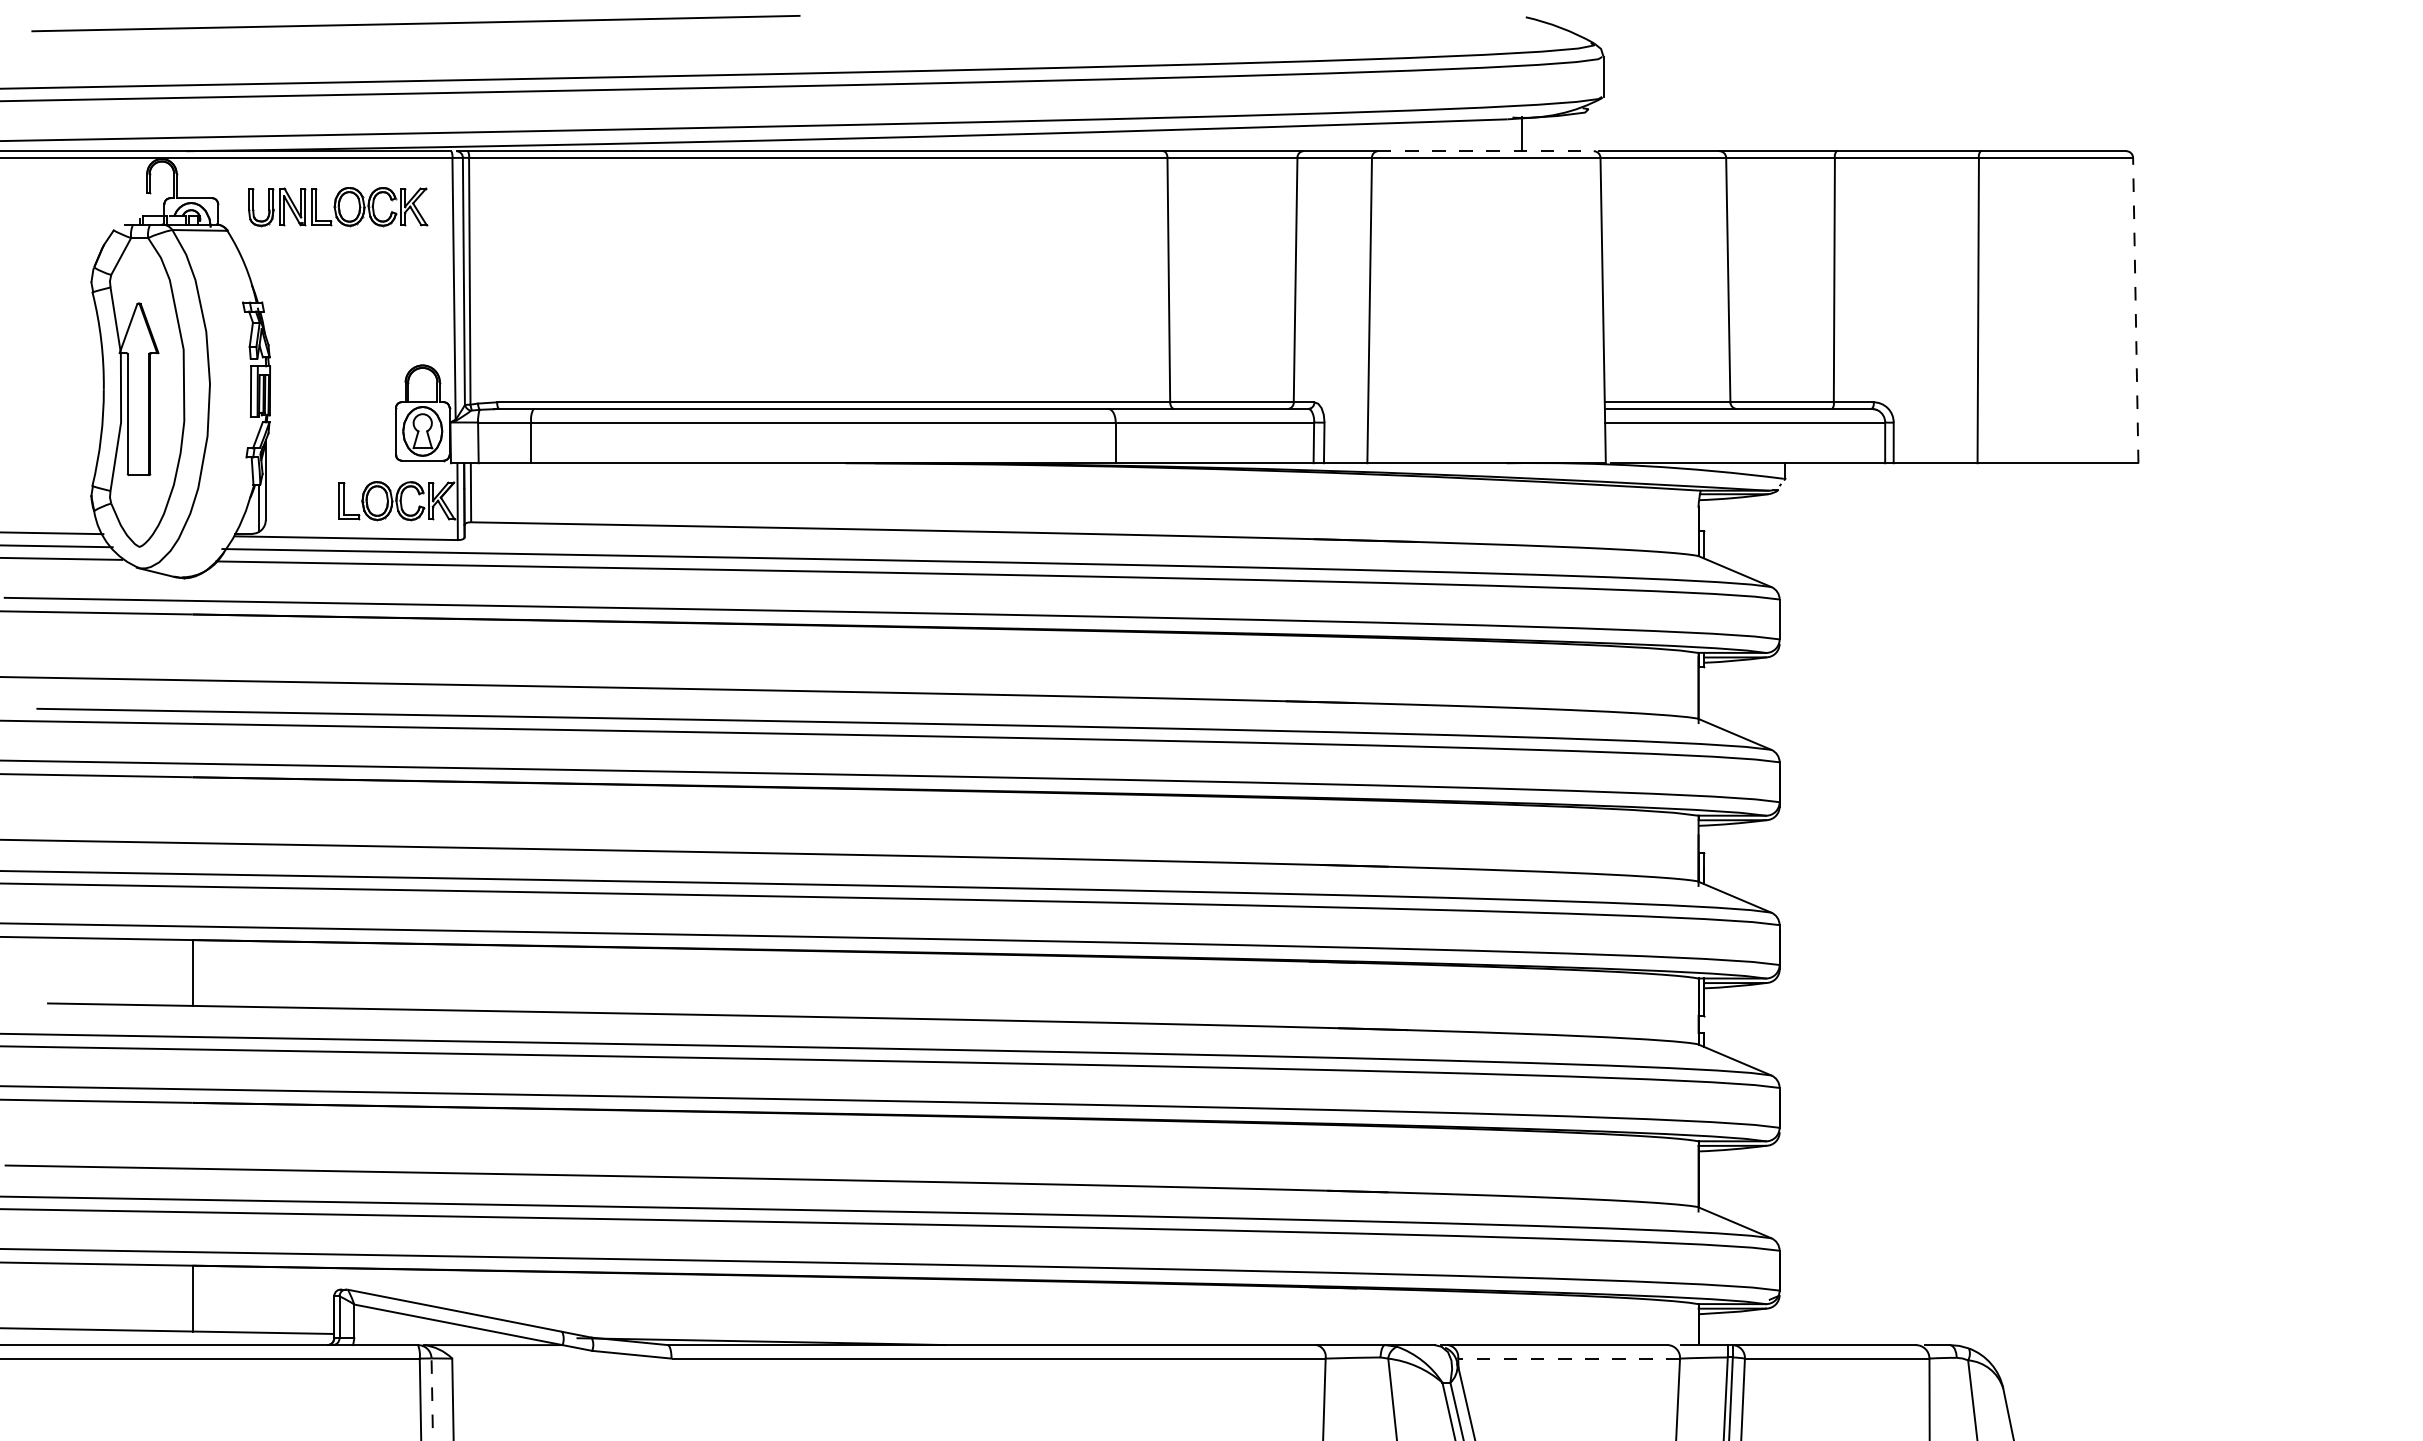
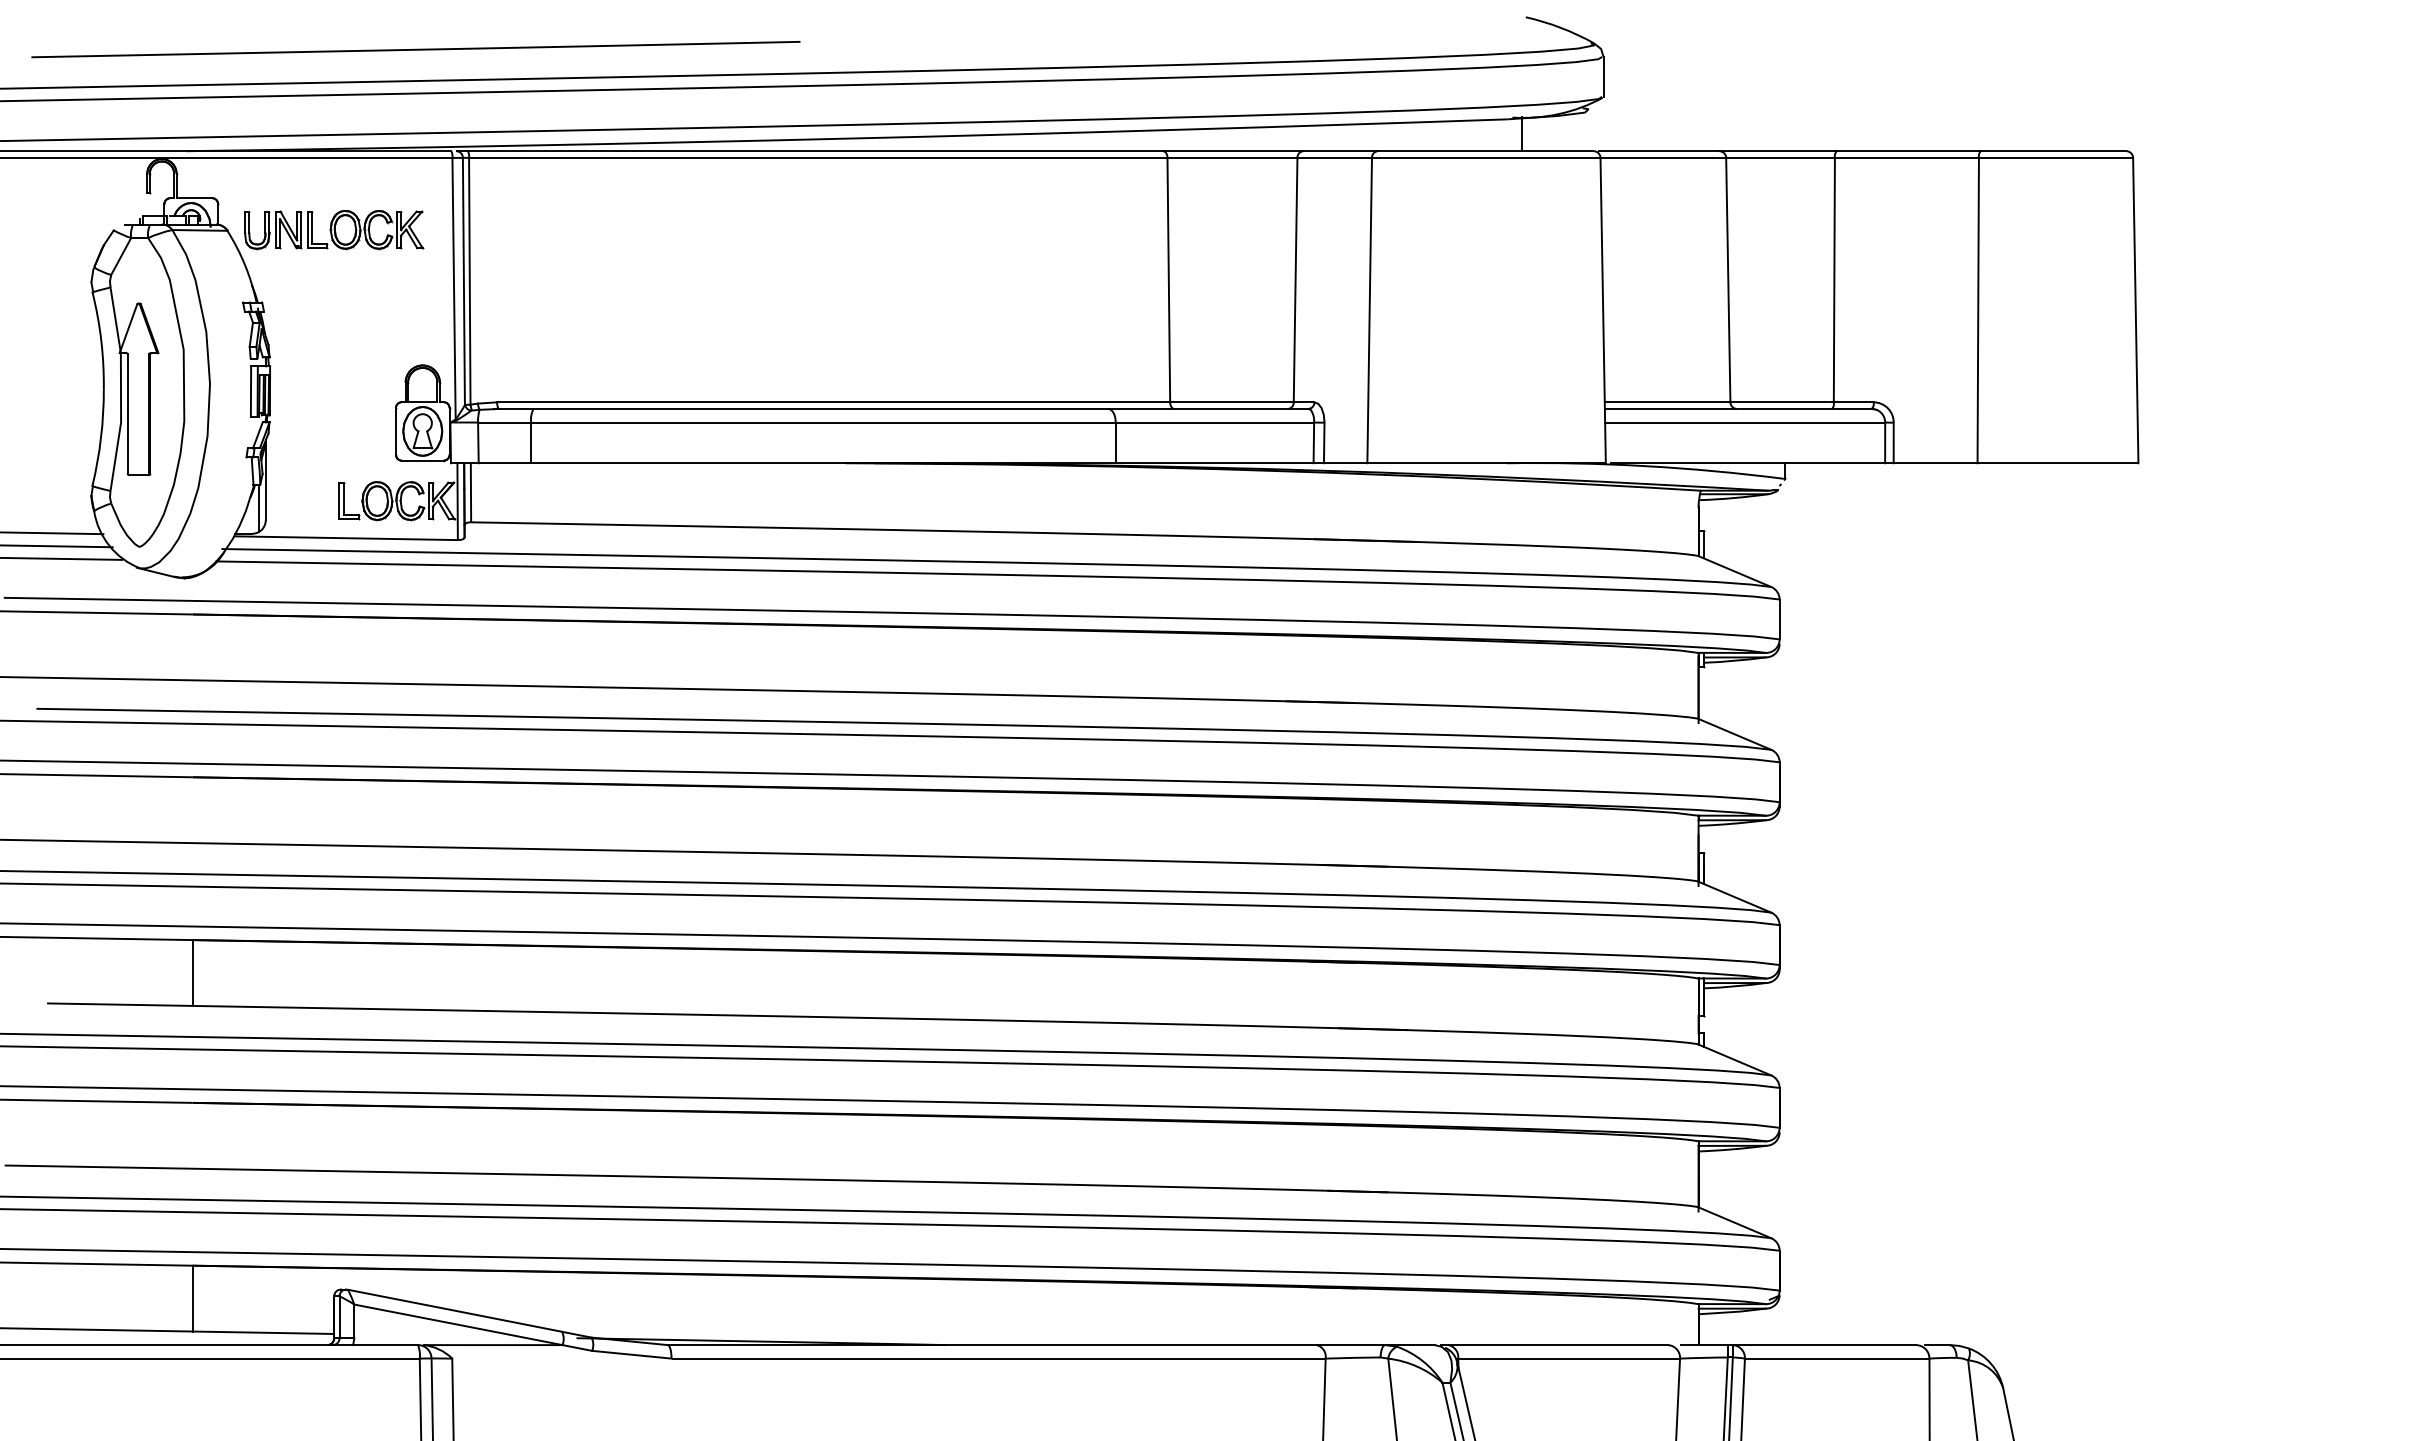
line at (415, 23) position: (415, 23) -> (415, 49)
line at (1485, 151): dashed -> solid
part at (338, 207) position: (338, 207) -> (334, 230)
line at (2135, 310): dashed -> solid
line at (1569, 1358): dashed -> solid
line at (432, 1399): dashed -> solid
